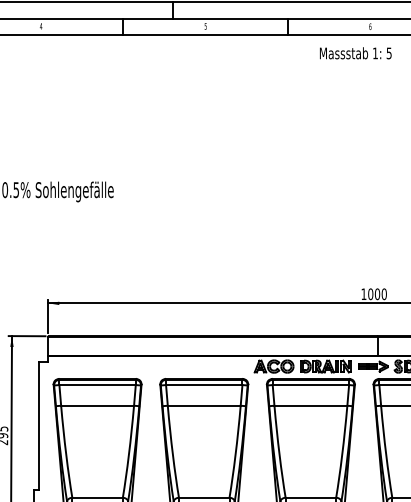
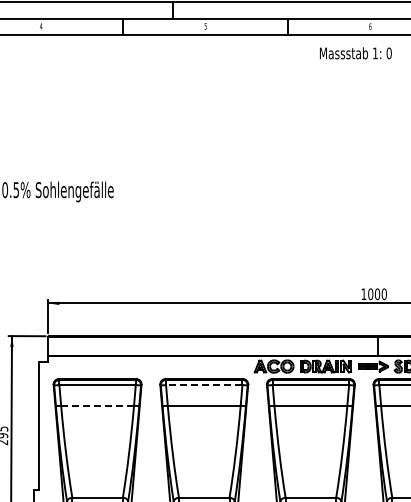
text at (388, 53): 5 -> 0
line at (203, 385): solid -> dashed
line at (98, 405): solid -> dashed
